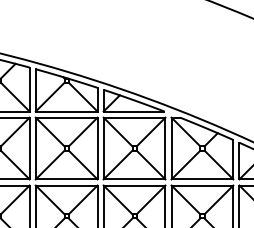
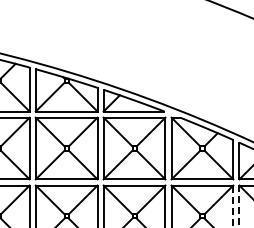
line at (233, 206): solid -> dashed
line at (239, 206): solid -> dashed
